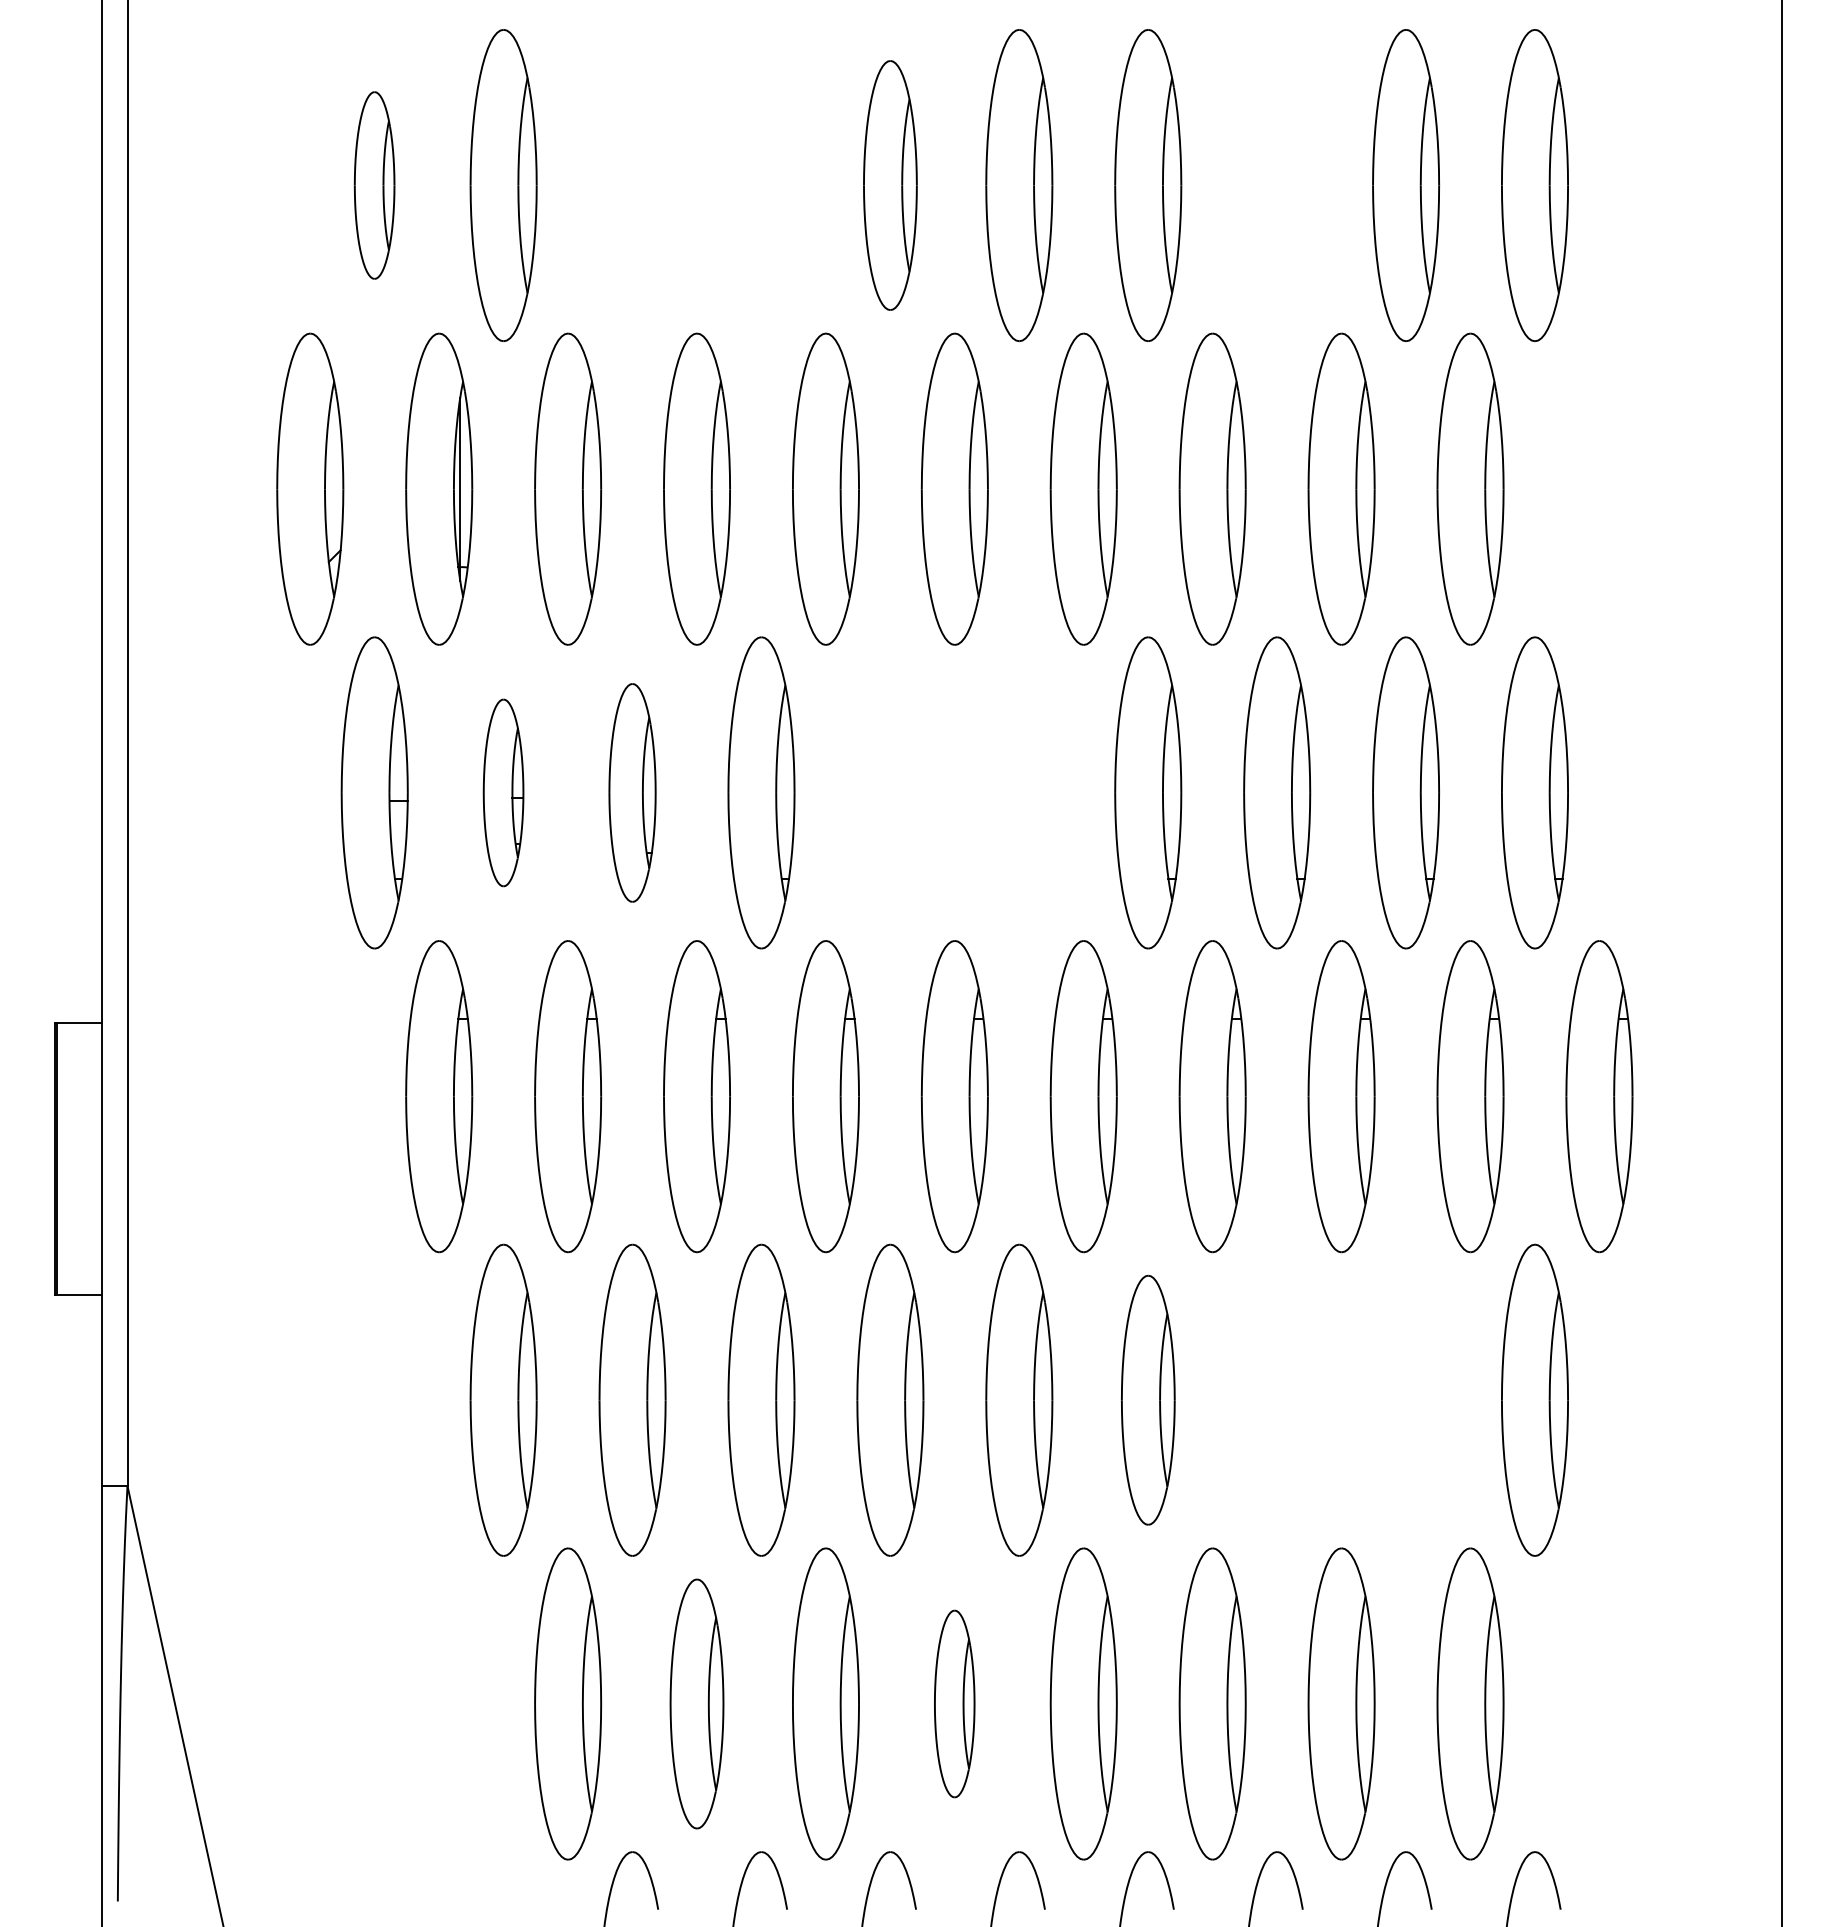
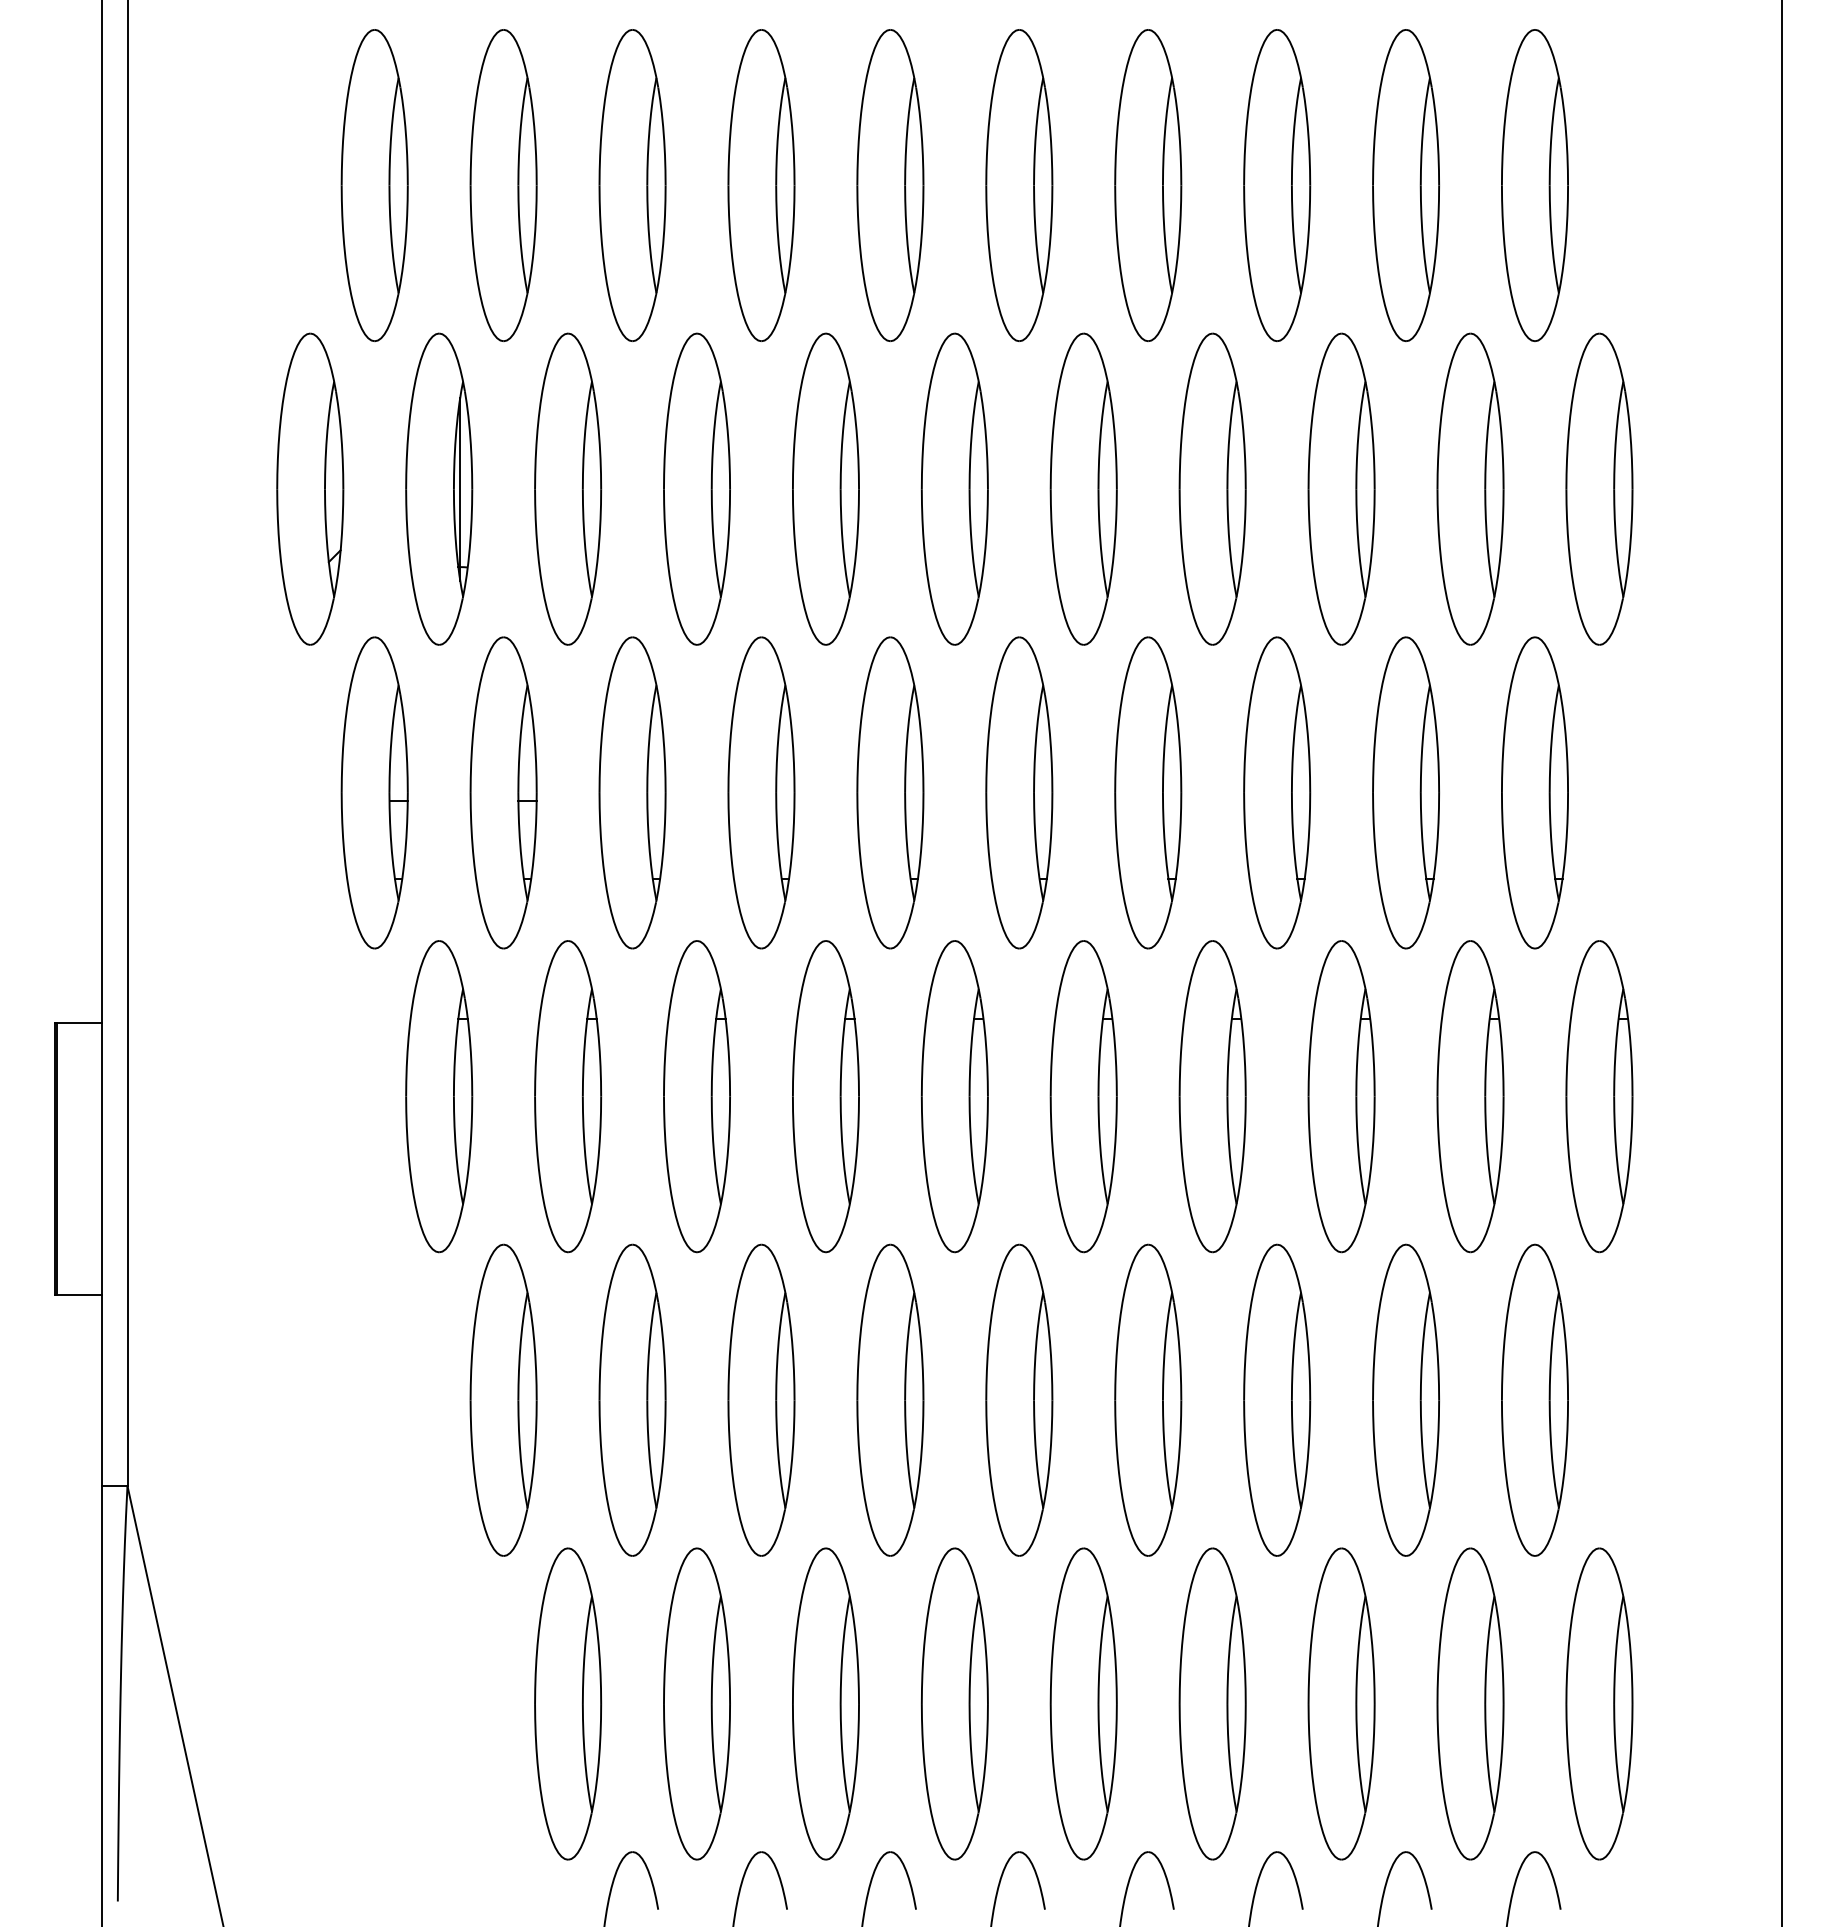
part at (374, 185) size: 43x189 px -> 69x313 px
part at (632, 185): none -> present
part at (761, 185): none -> present
part at (890, 185) size: 55x251 px -> 69x313 px
part at (1277, 185): none -> present
part at (1599, 488): none -> present
part at (503, 792) size: 43x190 px -> 69x314 px
part at (632, 792) size: 49x220 px -> 69x314 px
part at (890, 792): none -> present
part at (1019, 792): none -> present
part at (1148, 1399) size: 55x252 px -> 69x314 px
part at (1277, 1399): none -> present
part at (1405, 1399): none -> present
part at (696, 1703) size: 56x252 px -> 68x314 px
part at (954, 1703) size: 42x190 px -> 69x314 px
part at (1599, 1703): none -> present
